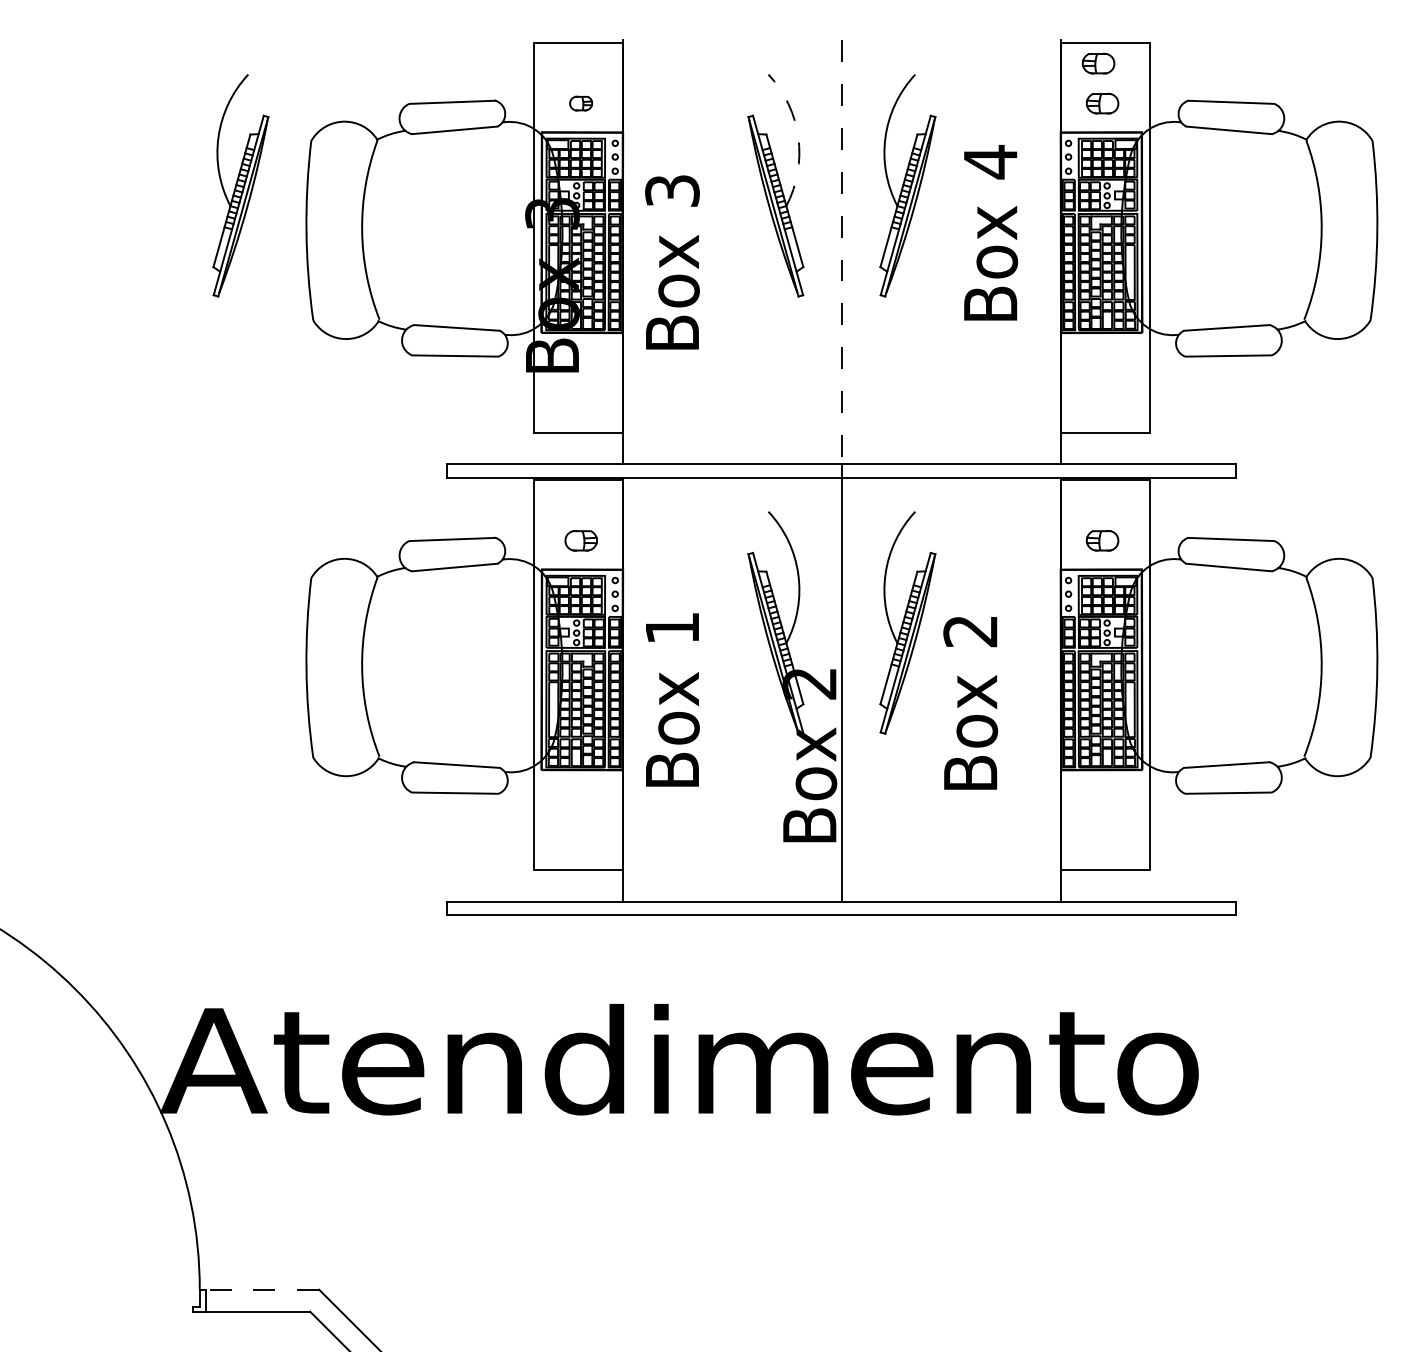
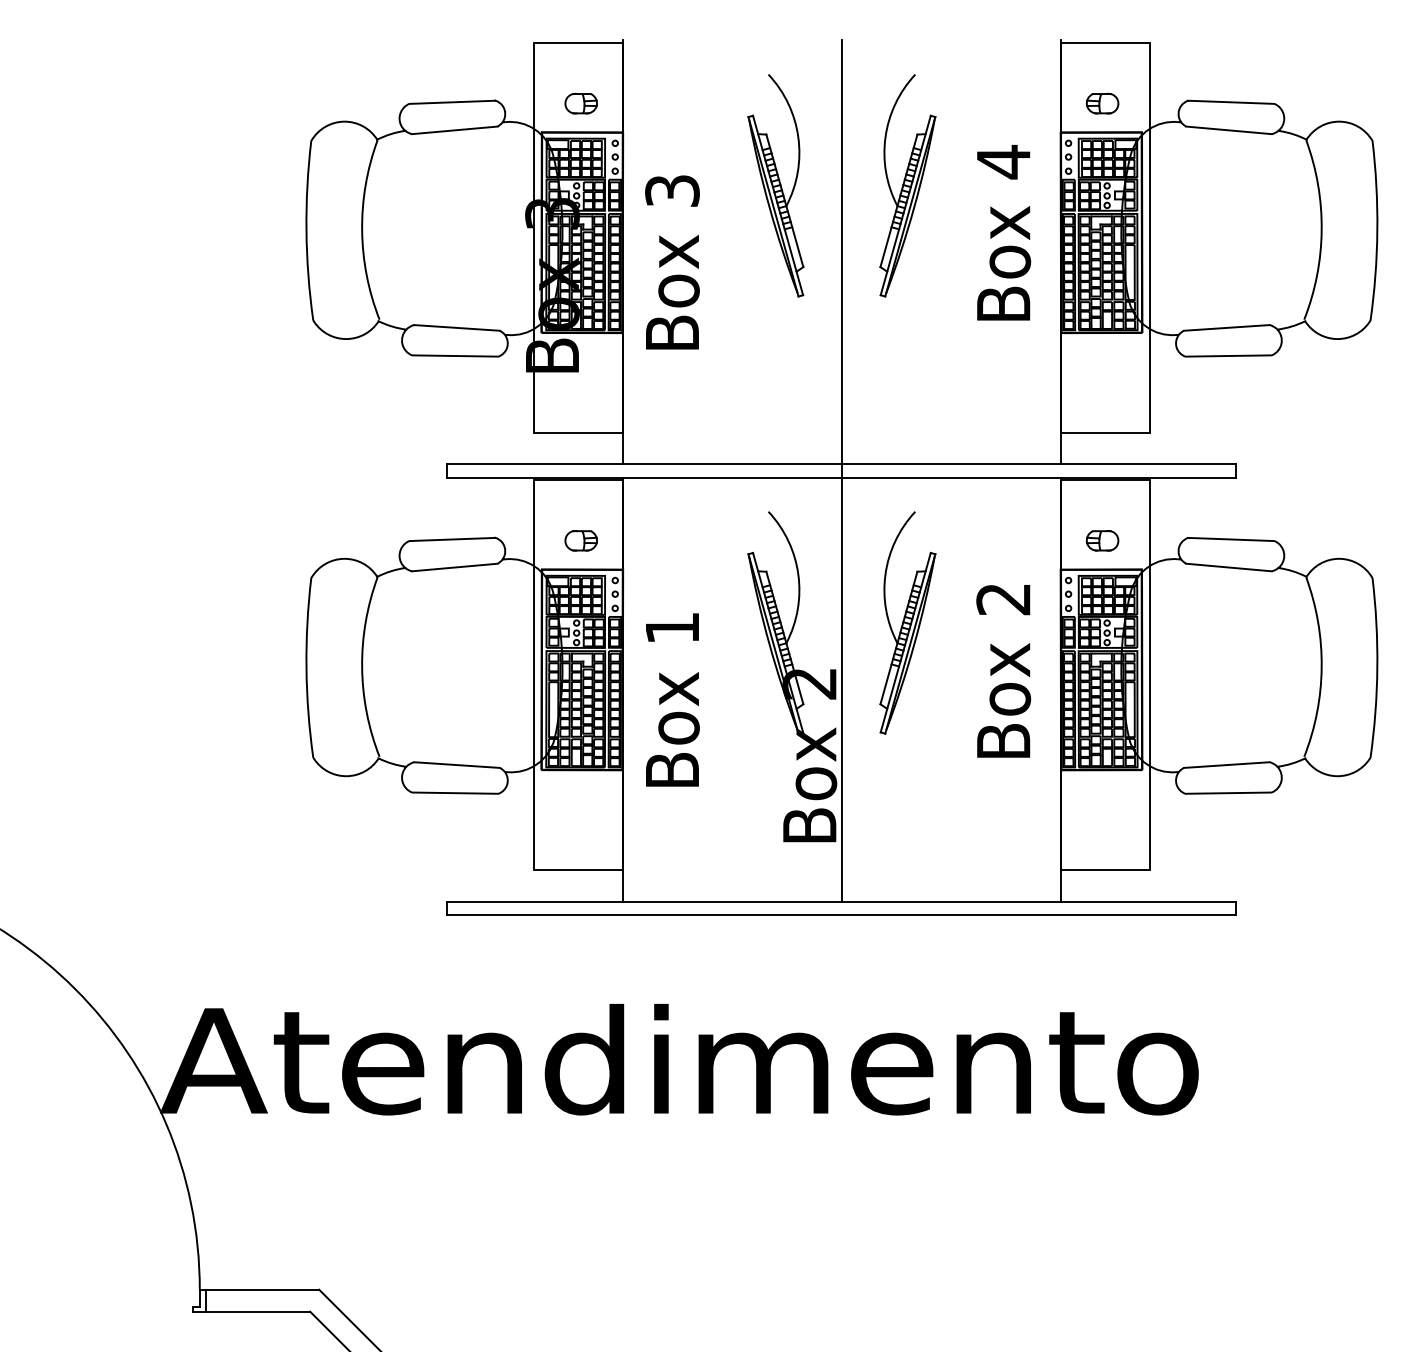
part at (1098, 63): present -> none
part at (581, 103) size: 25x17 px -> 34x23 px
arc at (798, 137): dashed -> solid
part at (240, 185): present -> none
text at (991, 232) position: (991, 232) -> (1004, 232)
line at (841, 252): dashed -> solid
text at (970, 703) position: (970, 703) -> (1003, 671)
line at (262, 1289): dashed -> solid
